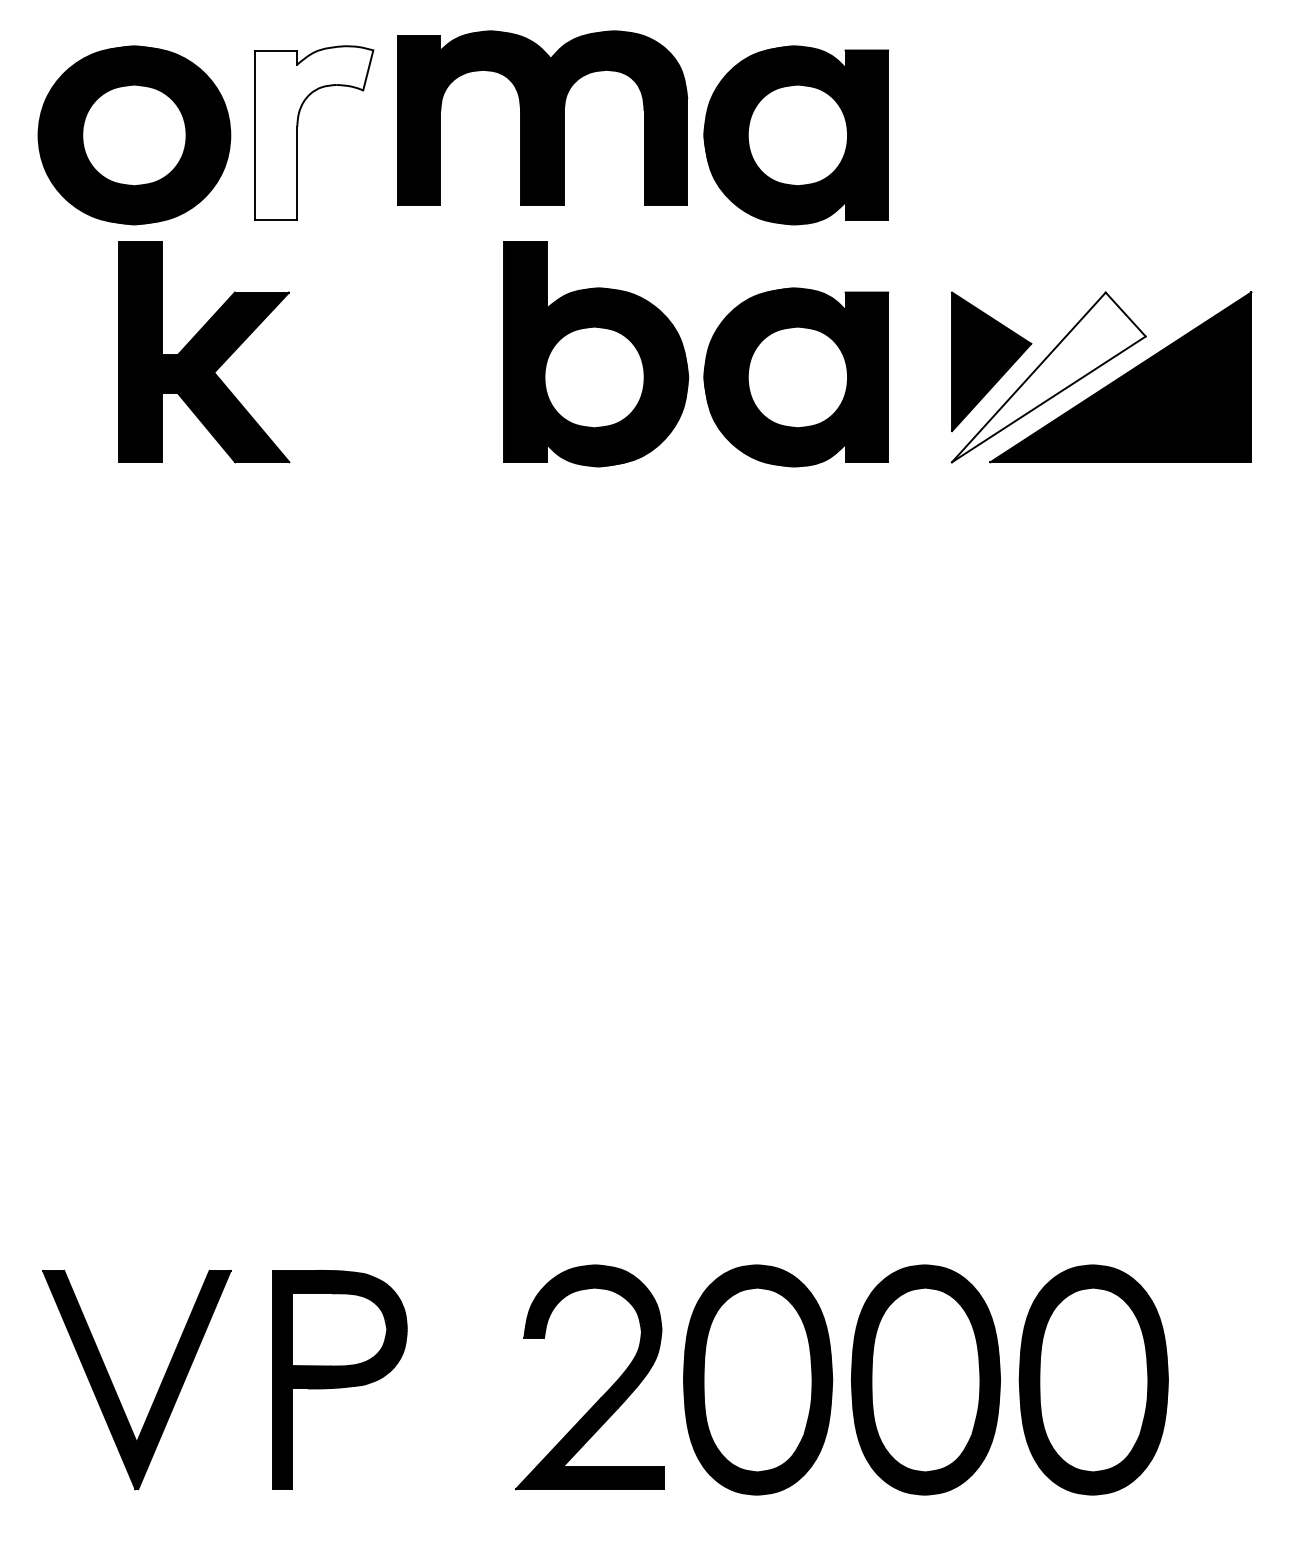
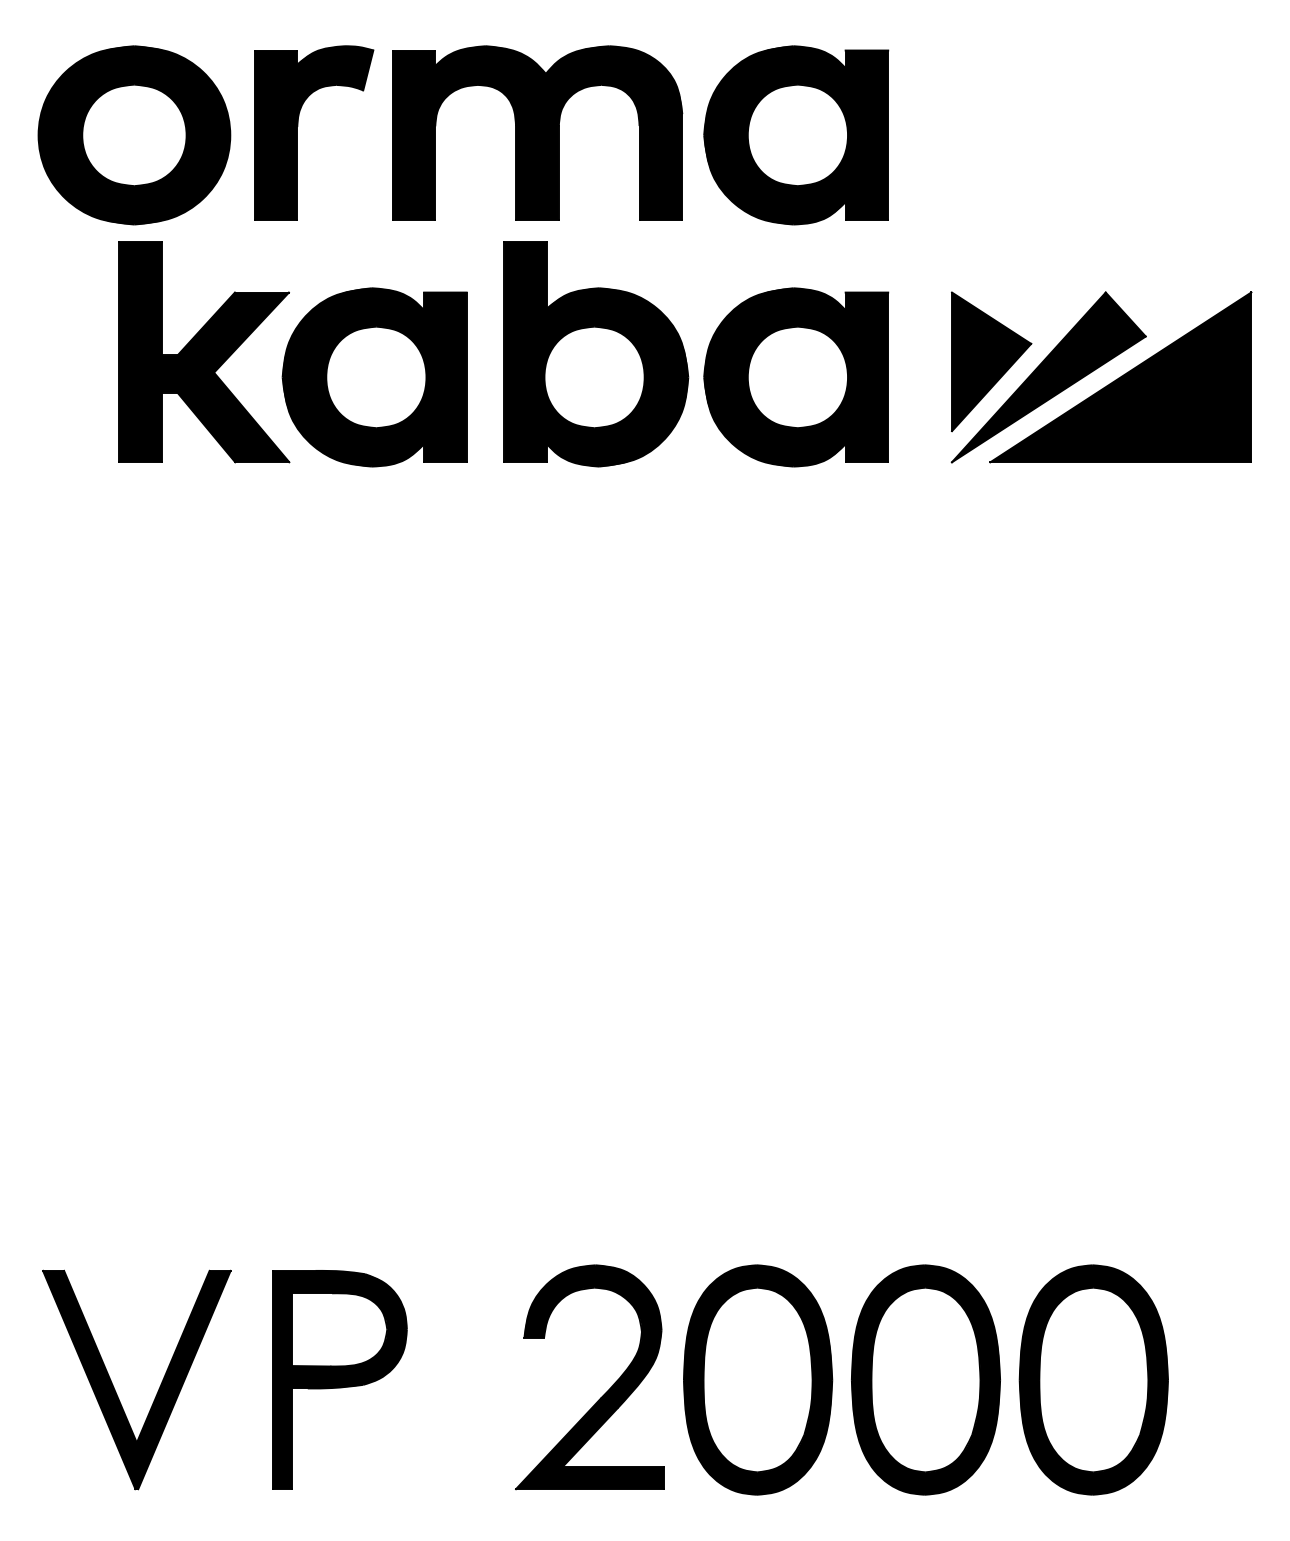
part at (542, 117) position: (542, 117) -> (537, 132)
fill at (313, 133): none -> present
part at (374, 377): none -> present
fill at (1048, 377): none -> present
